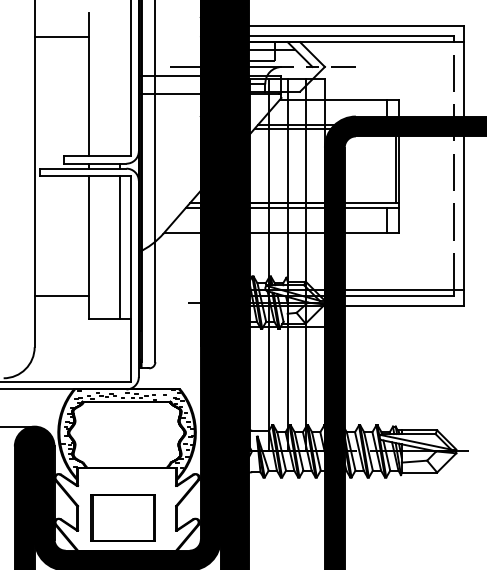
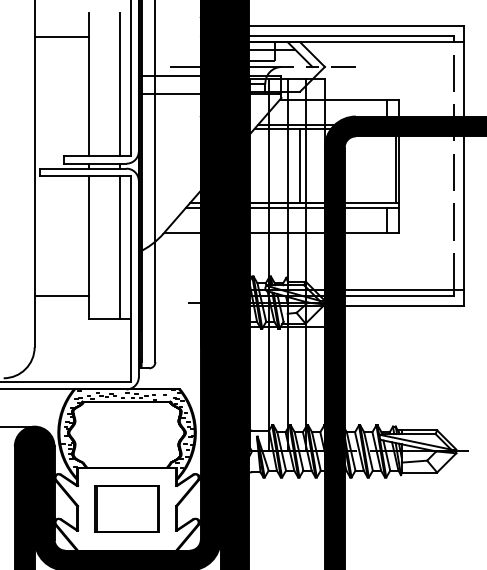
line at (120, 84): none -> present
line at (300, 165): none -> present
part at (122, 517) position: (122, 517) -> (126, 508)
